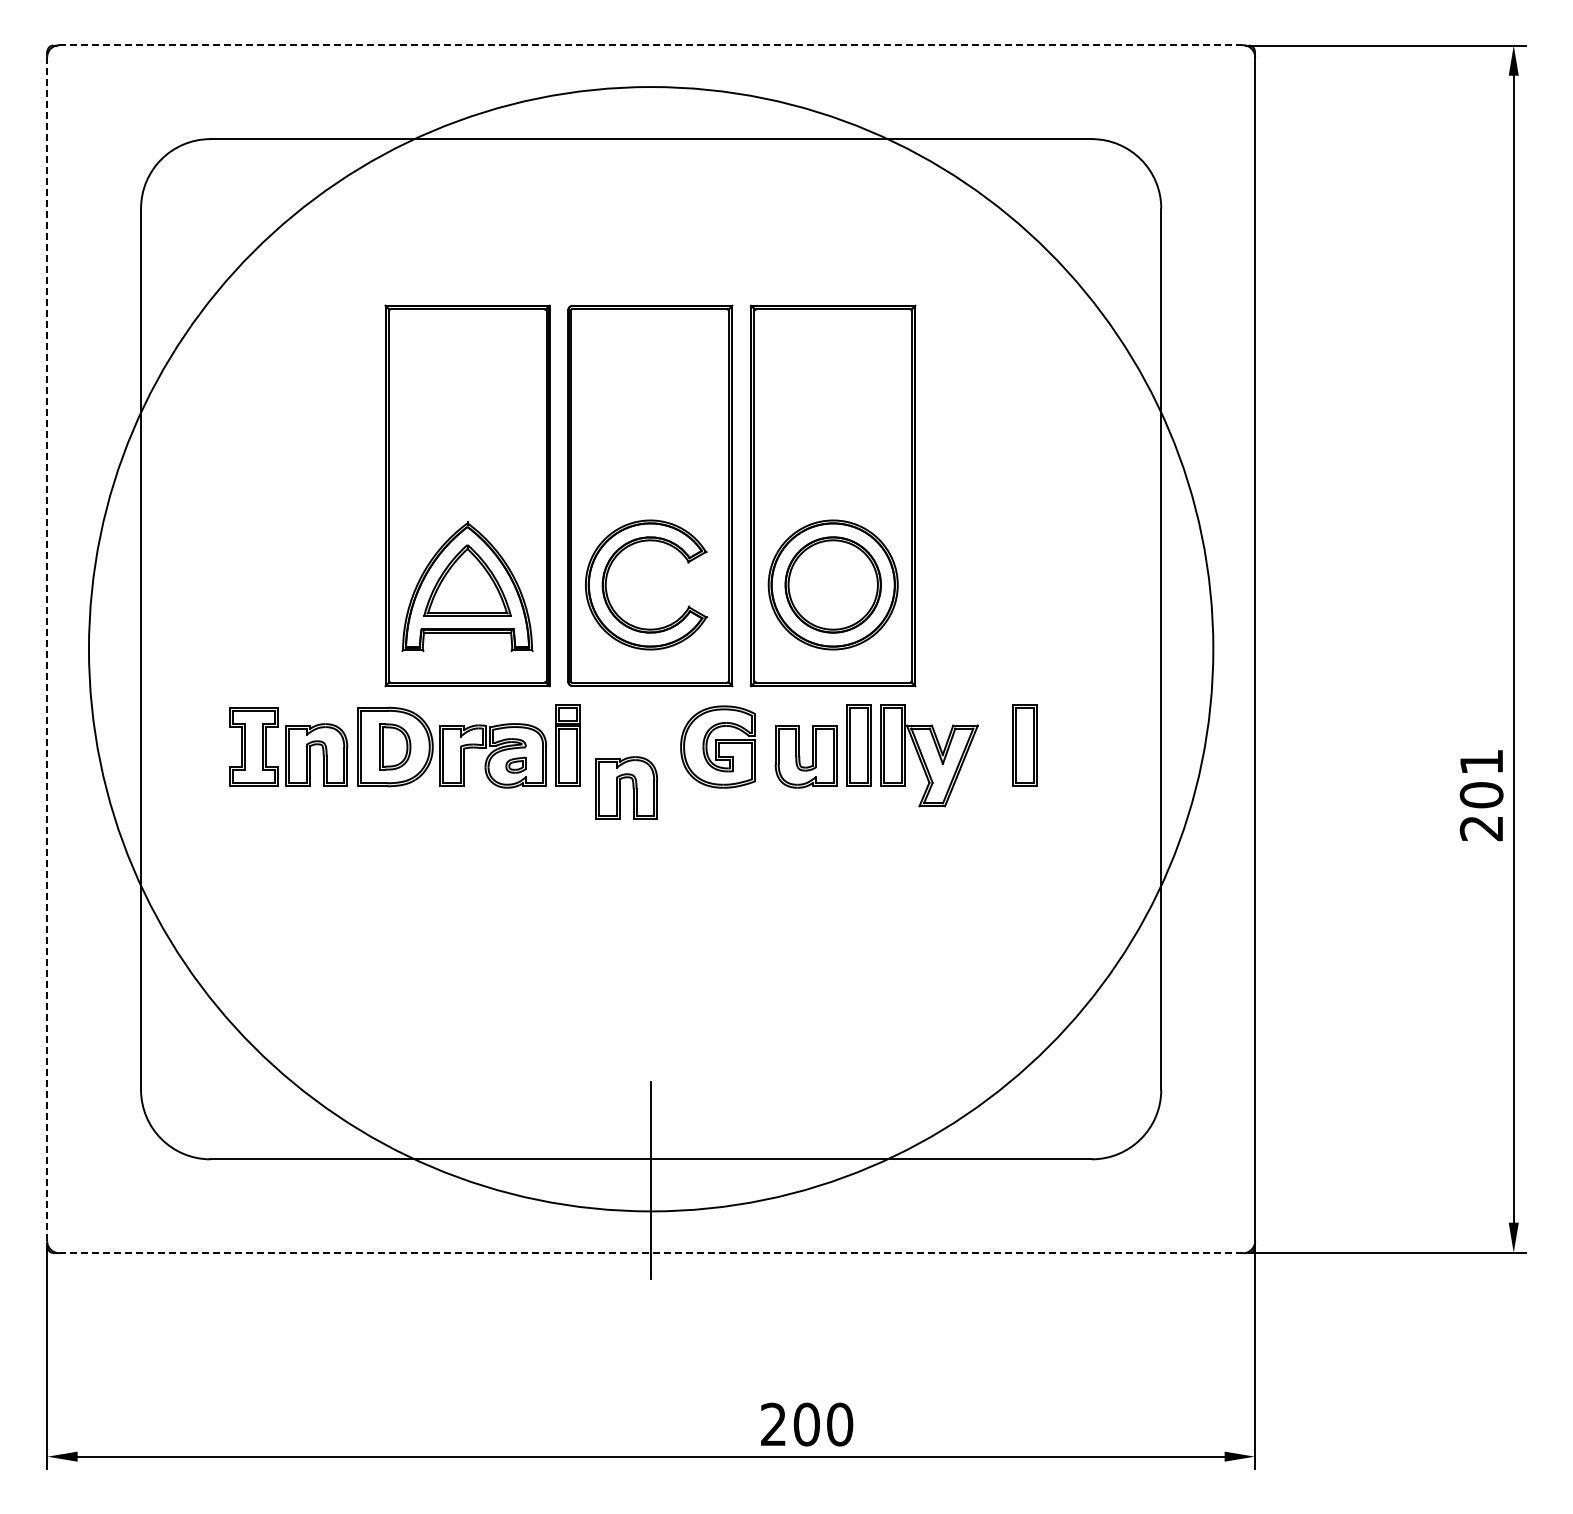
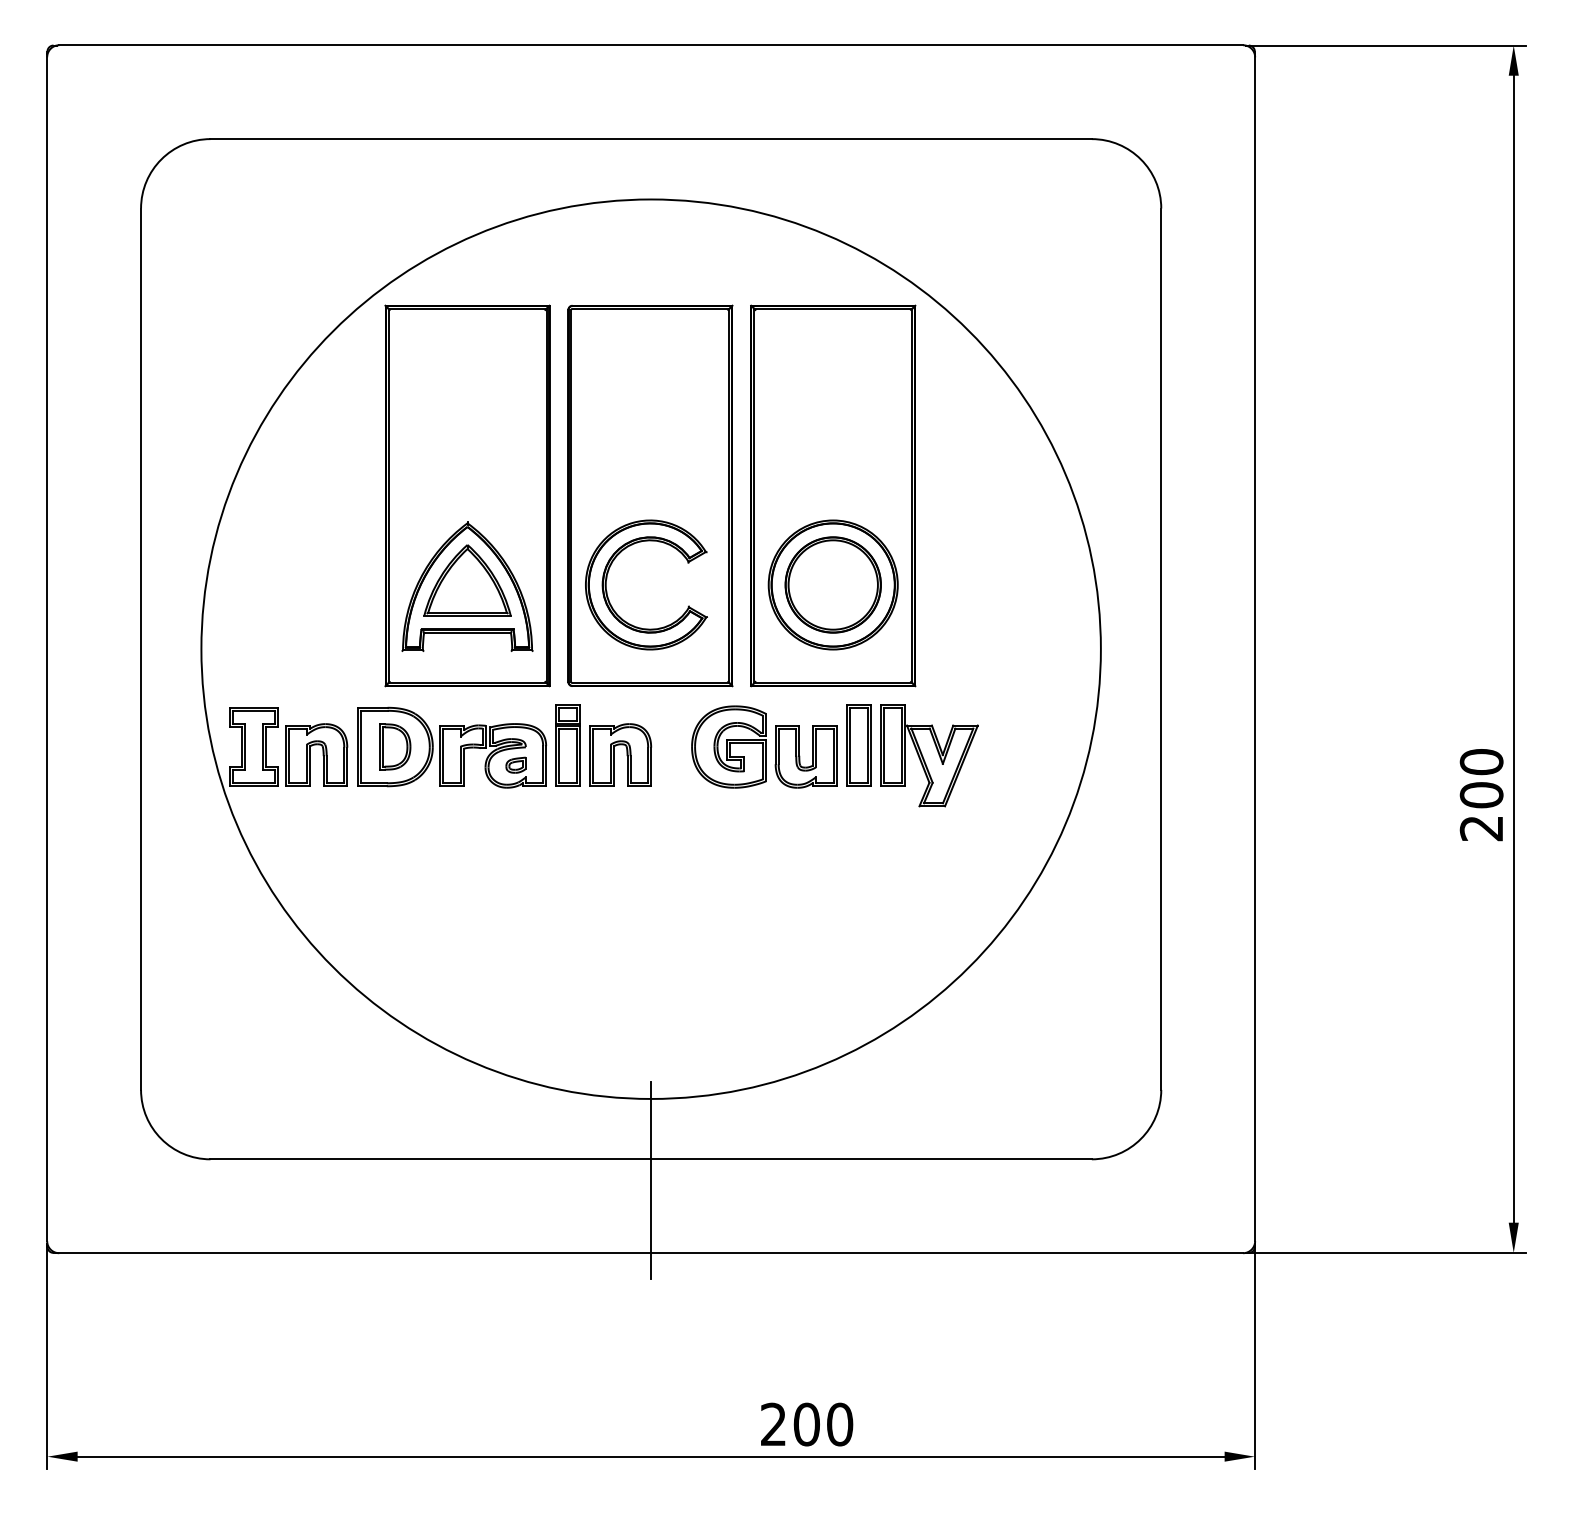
line at (651, 45): dashed -> solid
line at (47, 649): dashed -> solid
circle at (650, 649) diameter: 1124 px -> 899 px
part at (1024, 745): present -> none
part at (717, 746) position: (717, 746) -> (728, 746)
text at (1481, 762): 201 -> 200
part at (626, 787) position: (626, 787) -> (620, 754)
line at (651, 1253): dashed -> solid
